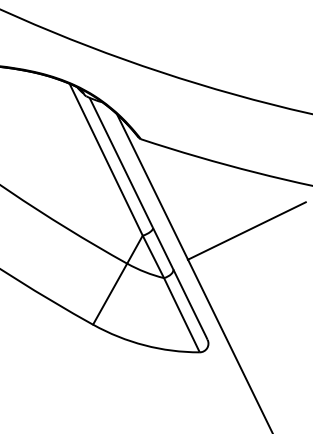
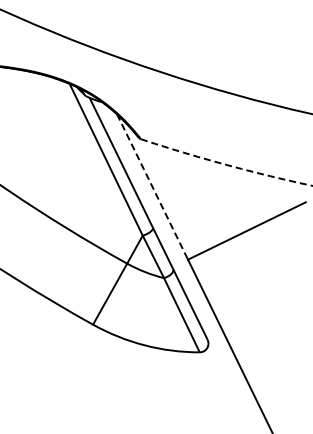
arc at (226, 165): solid -> dashed
line at (152, 186): solid -> dashed
